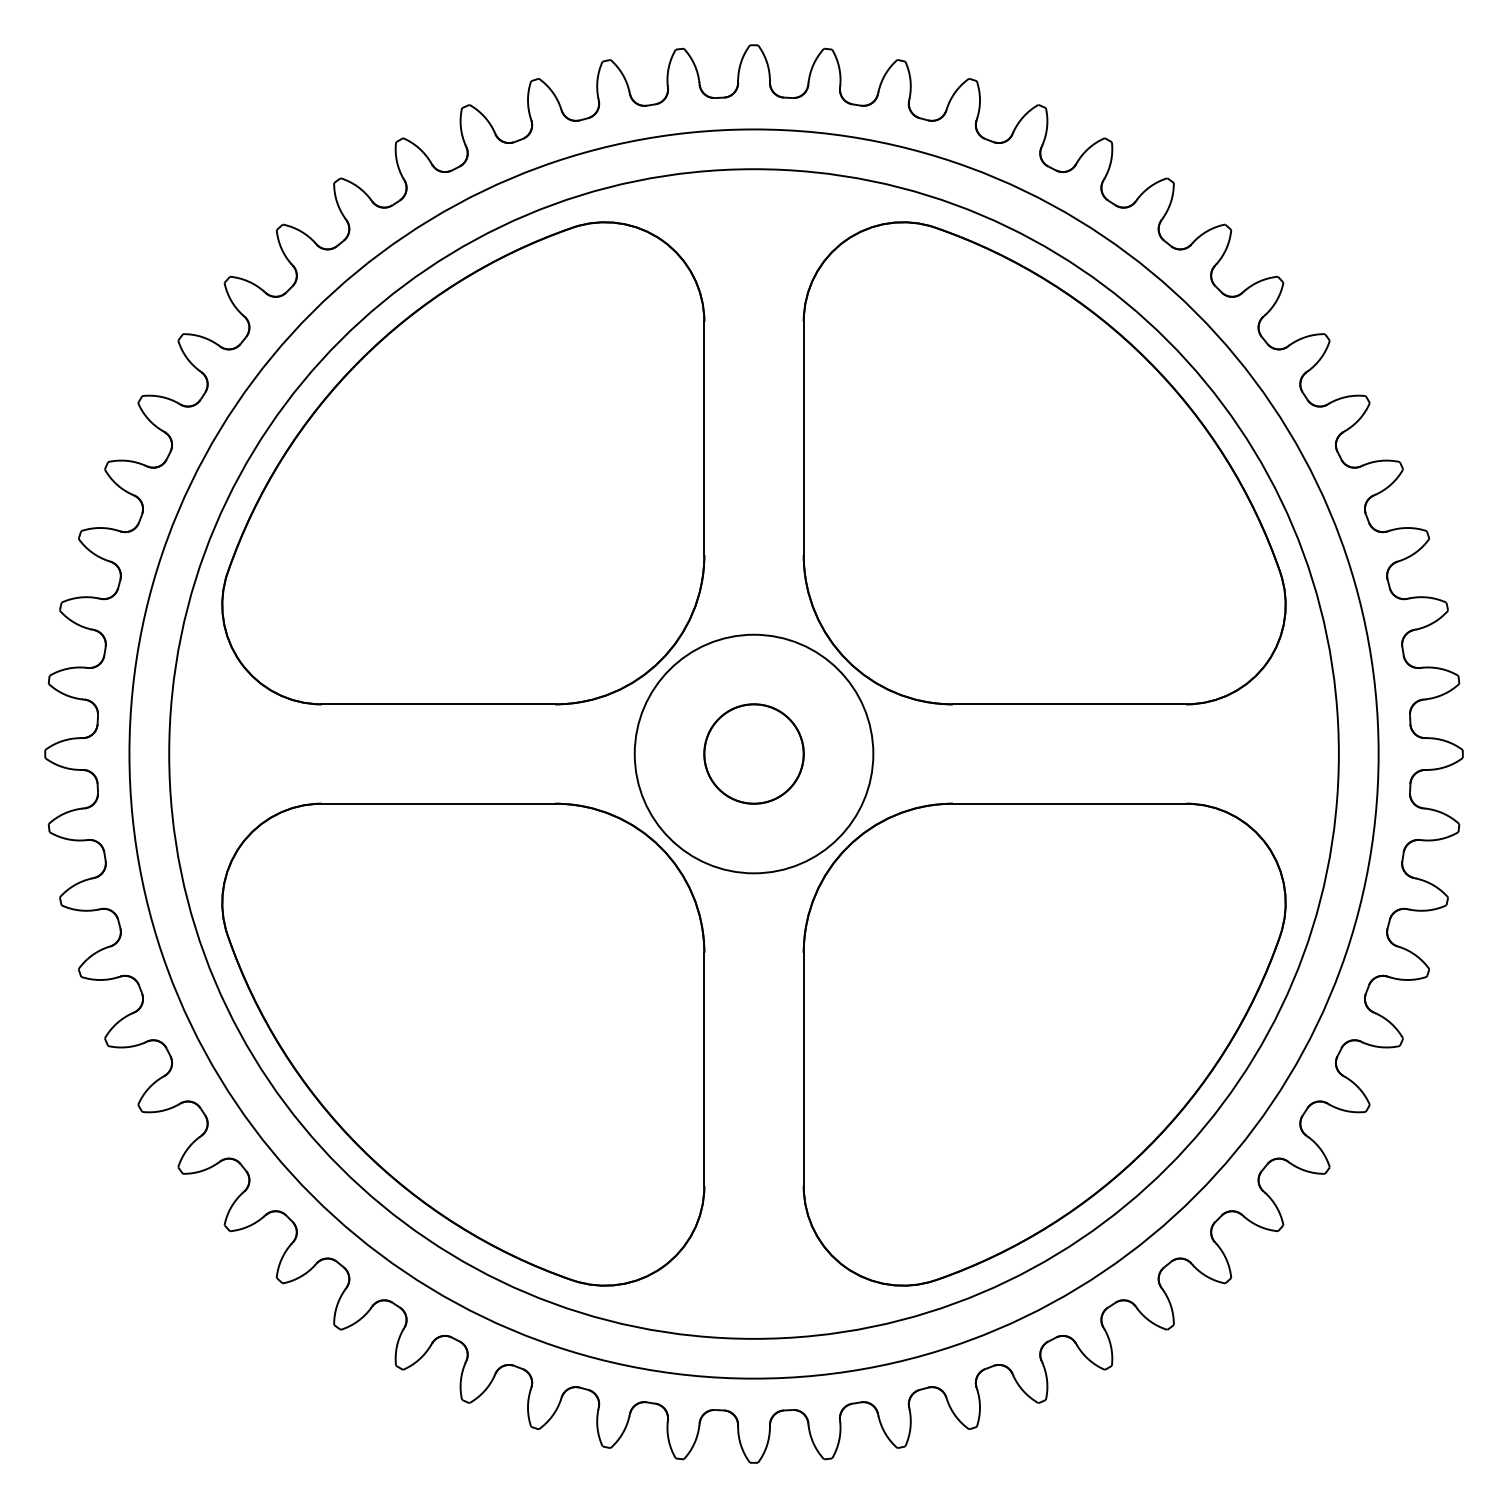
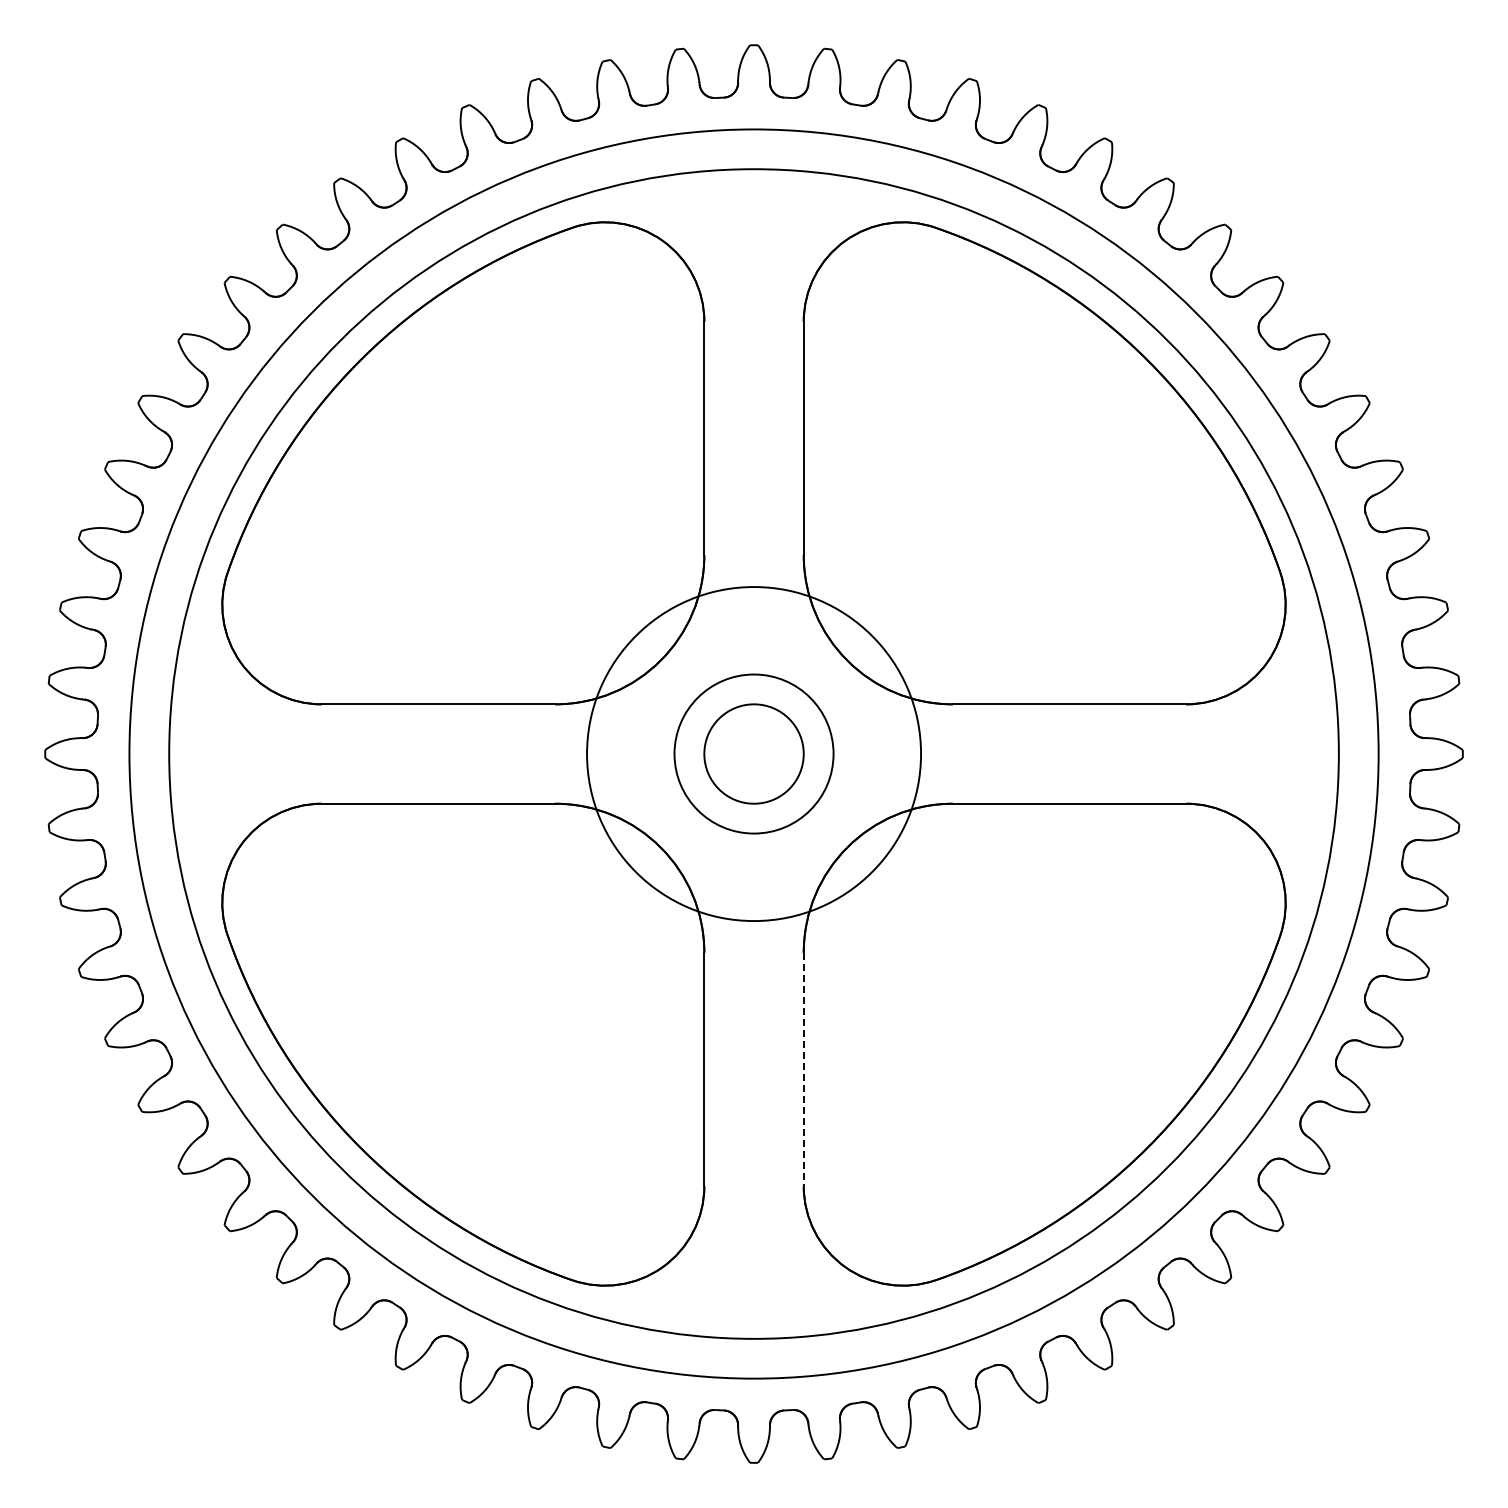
circle at (753, 753) diameter: 239 px -> 334 px
circle at (753, 753) diameter: 99 px -> 159 px
line at (803, 1069): solid -> dashed
